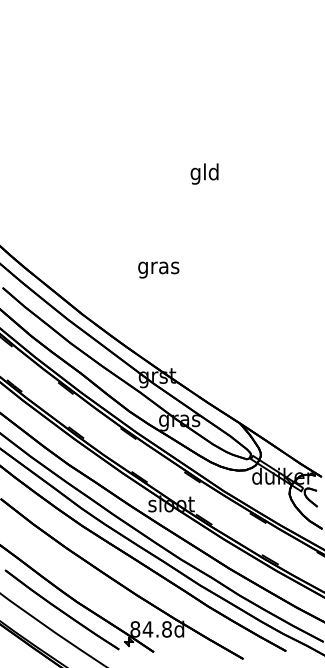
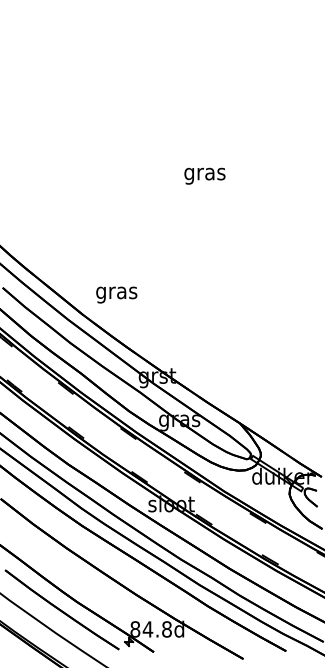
text at (204, 173): gld -> gras
text at (158, 269) position: (158, 269) -> (116, 294)
